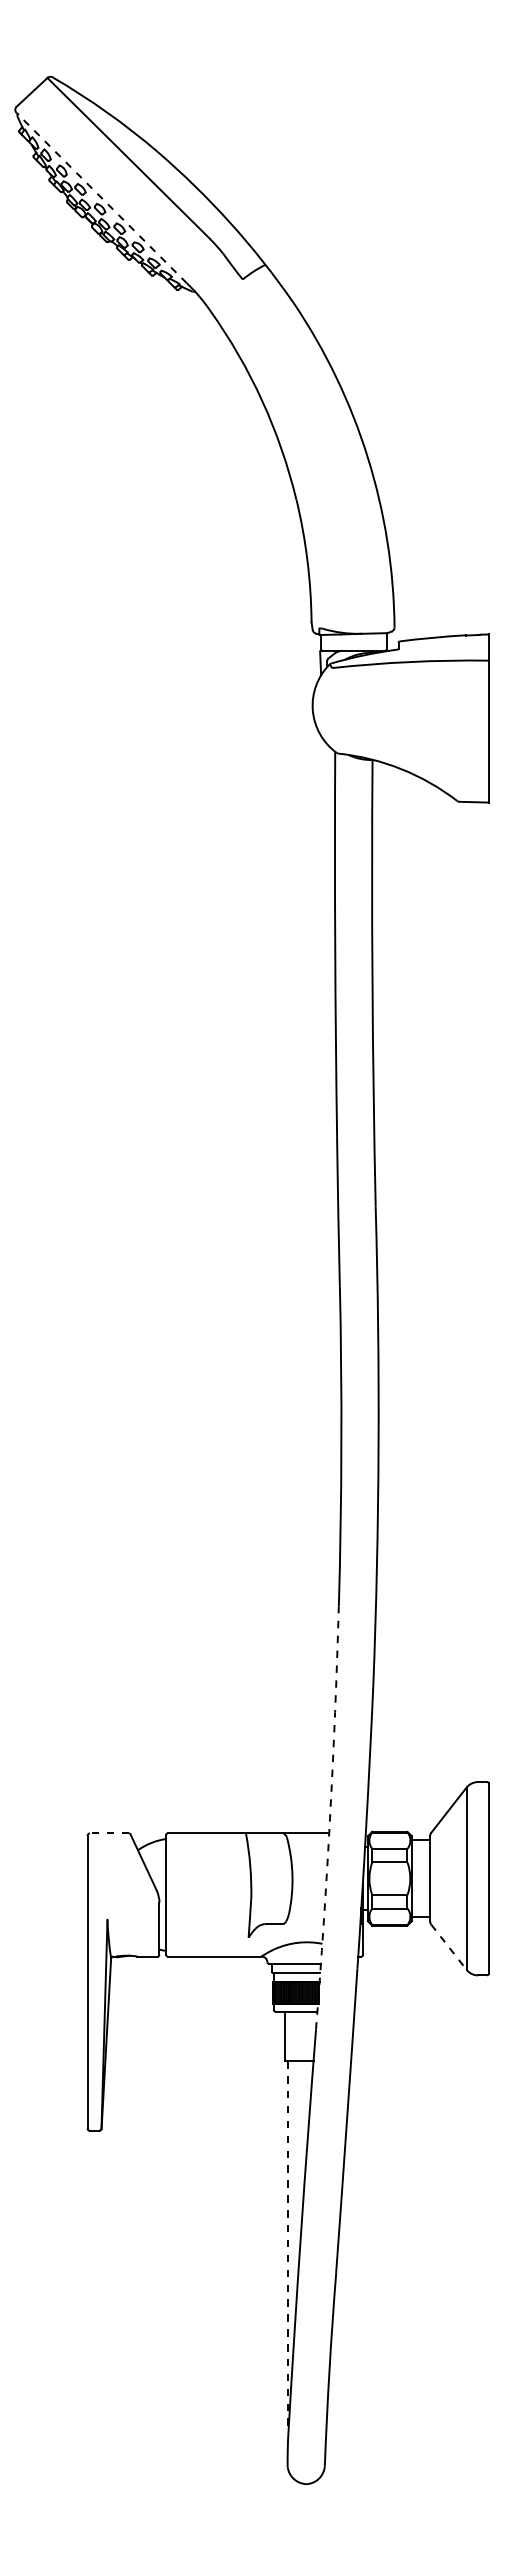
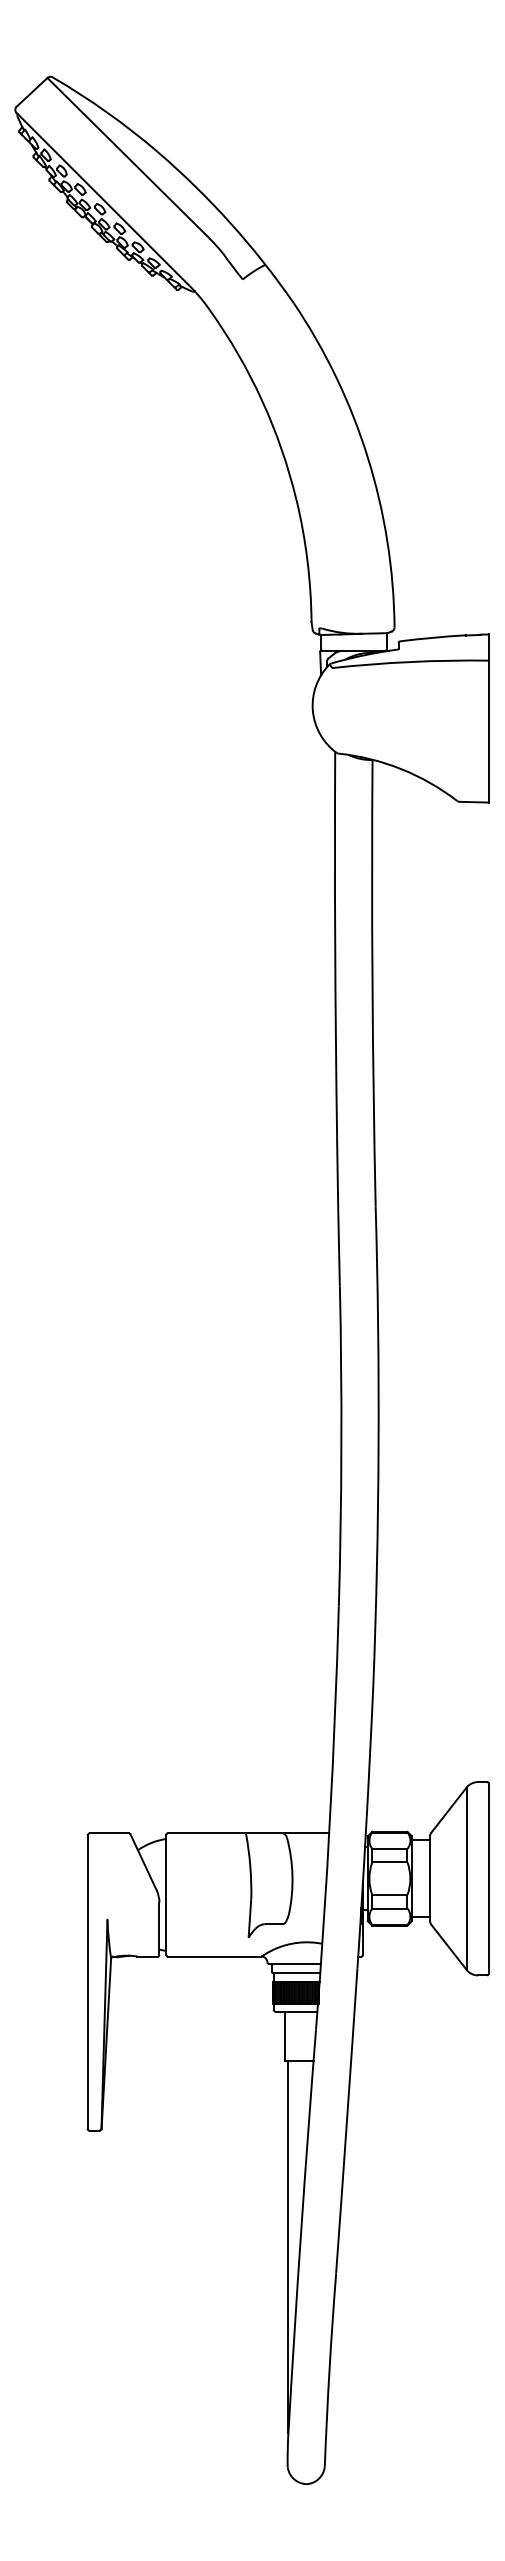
line at (101, 197): dashed -> solid
arc at (330, 1818): dashed -> solid
line at (109, 1833): dashed -> solid
line at (448, 1947): dashed -> solid
line at (288, 2246): dashed -> solid
